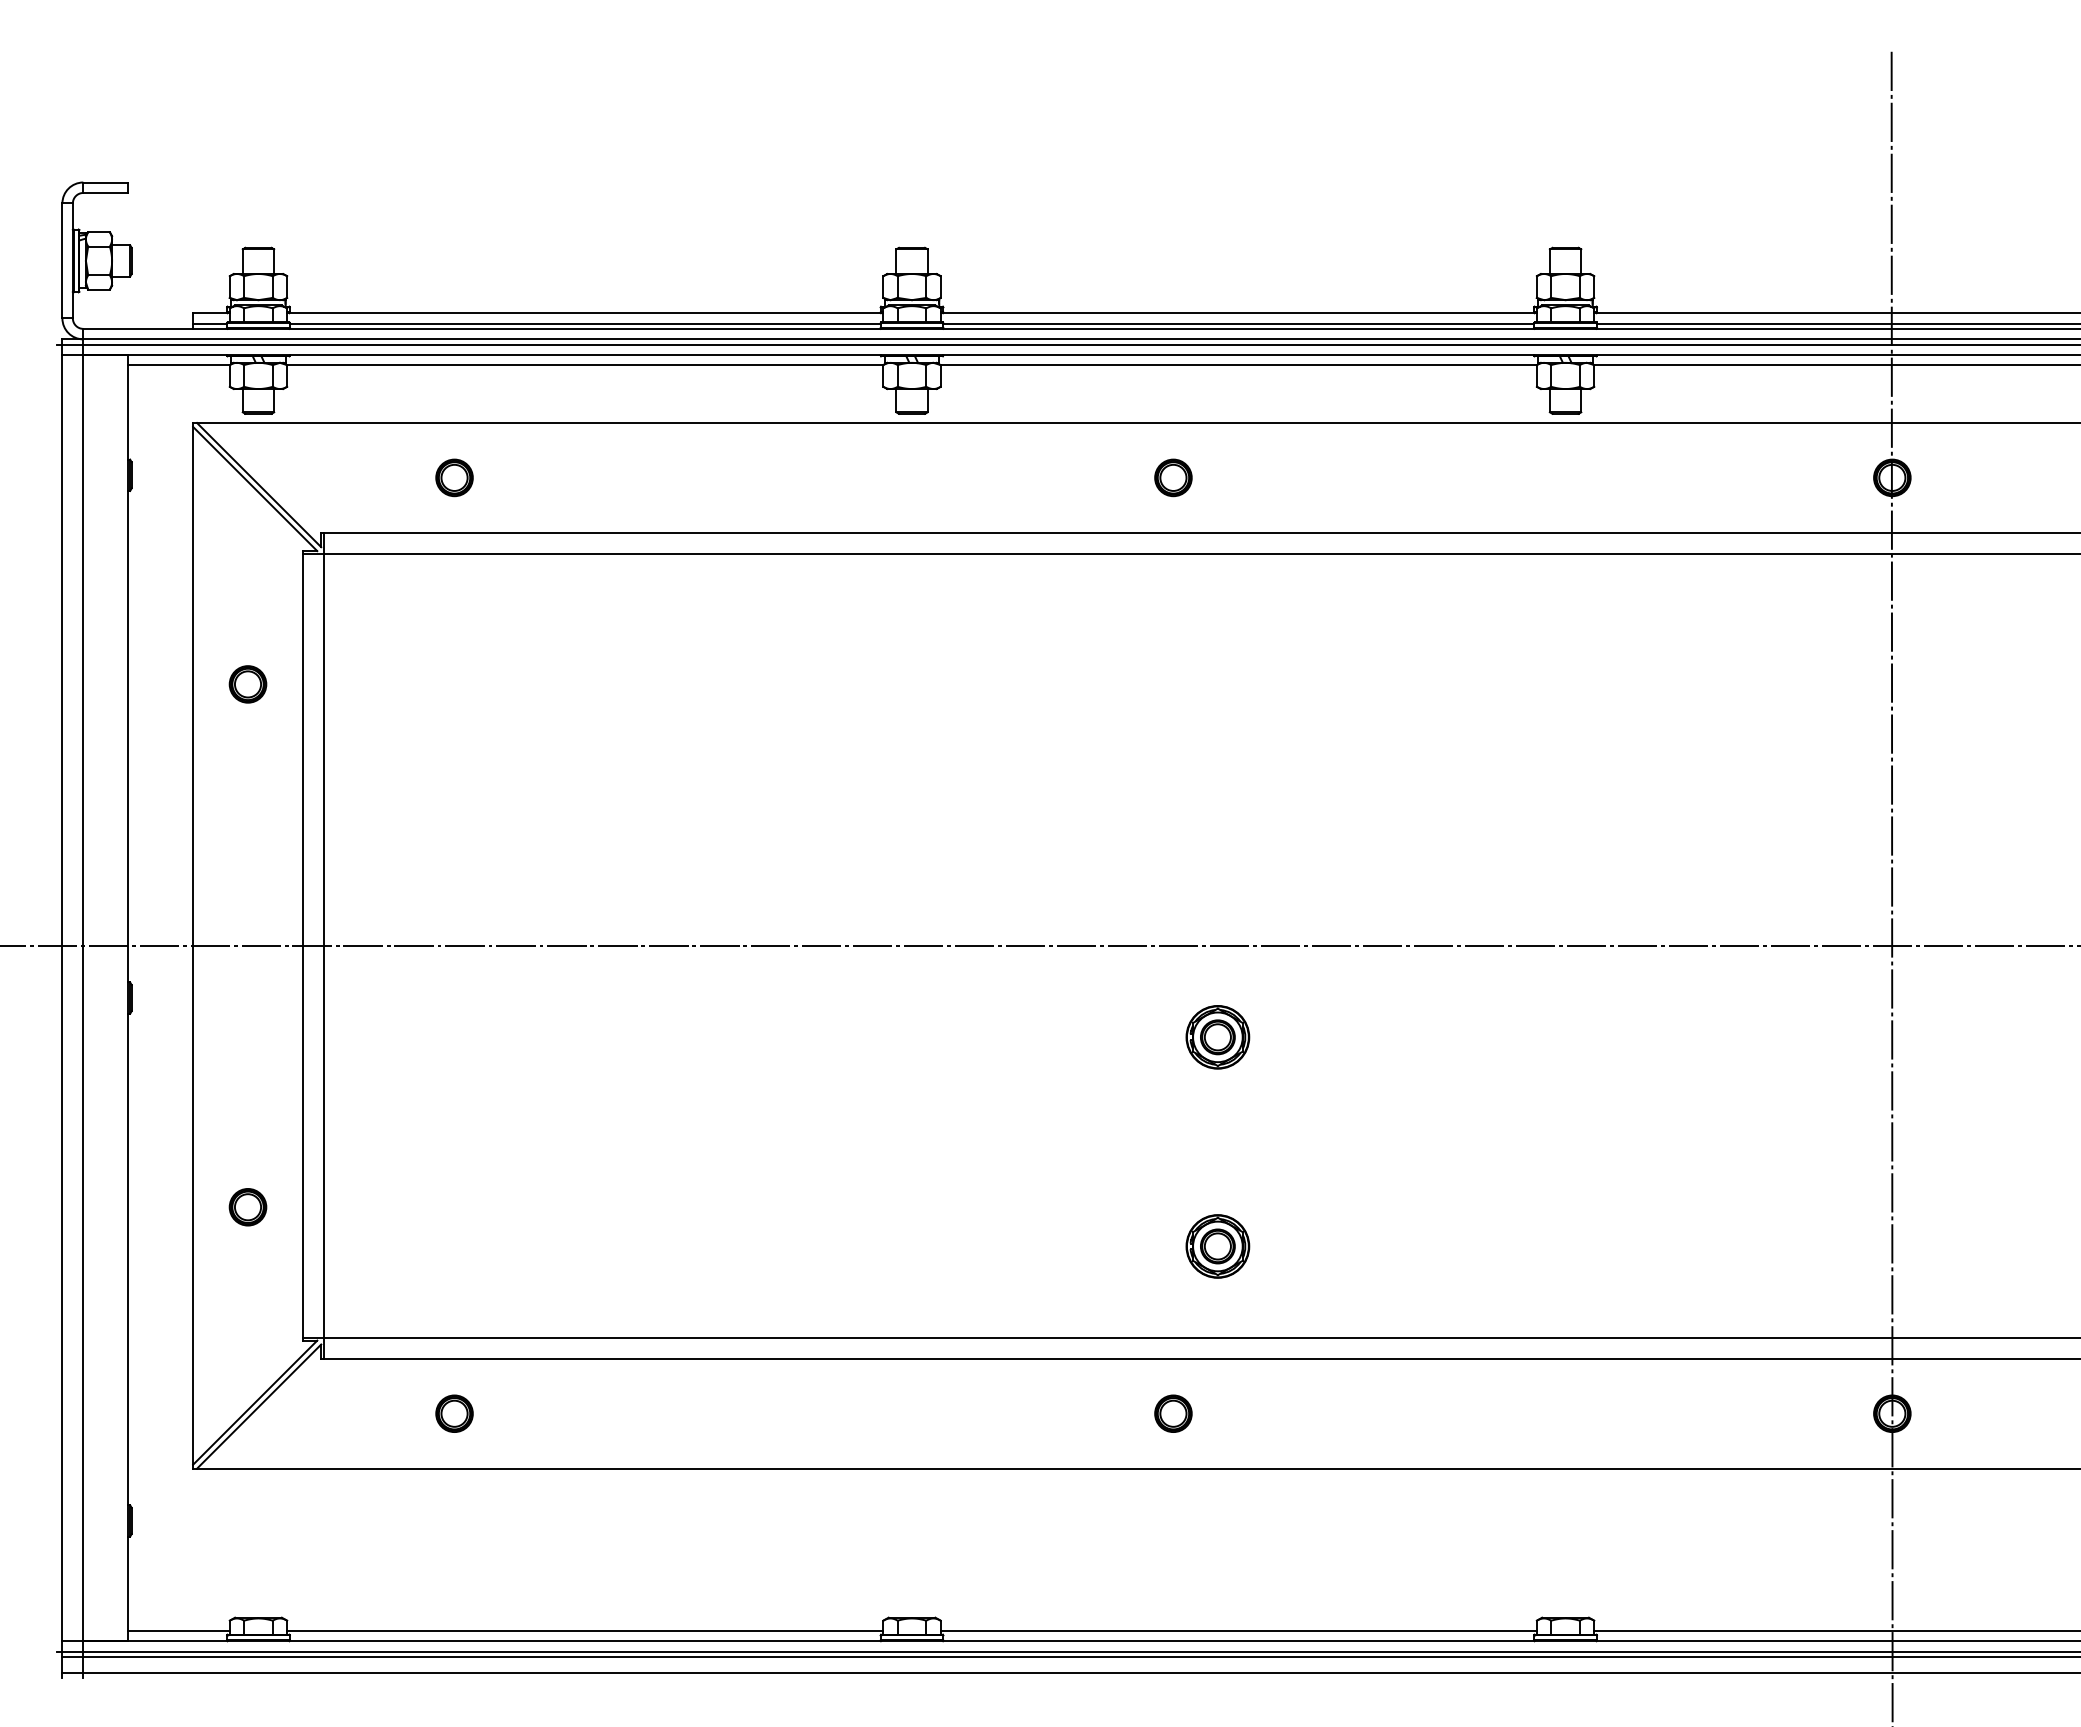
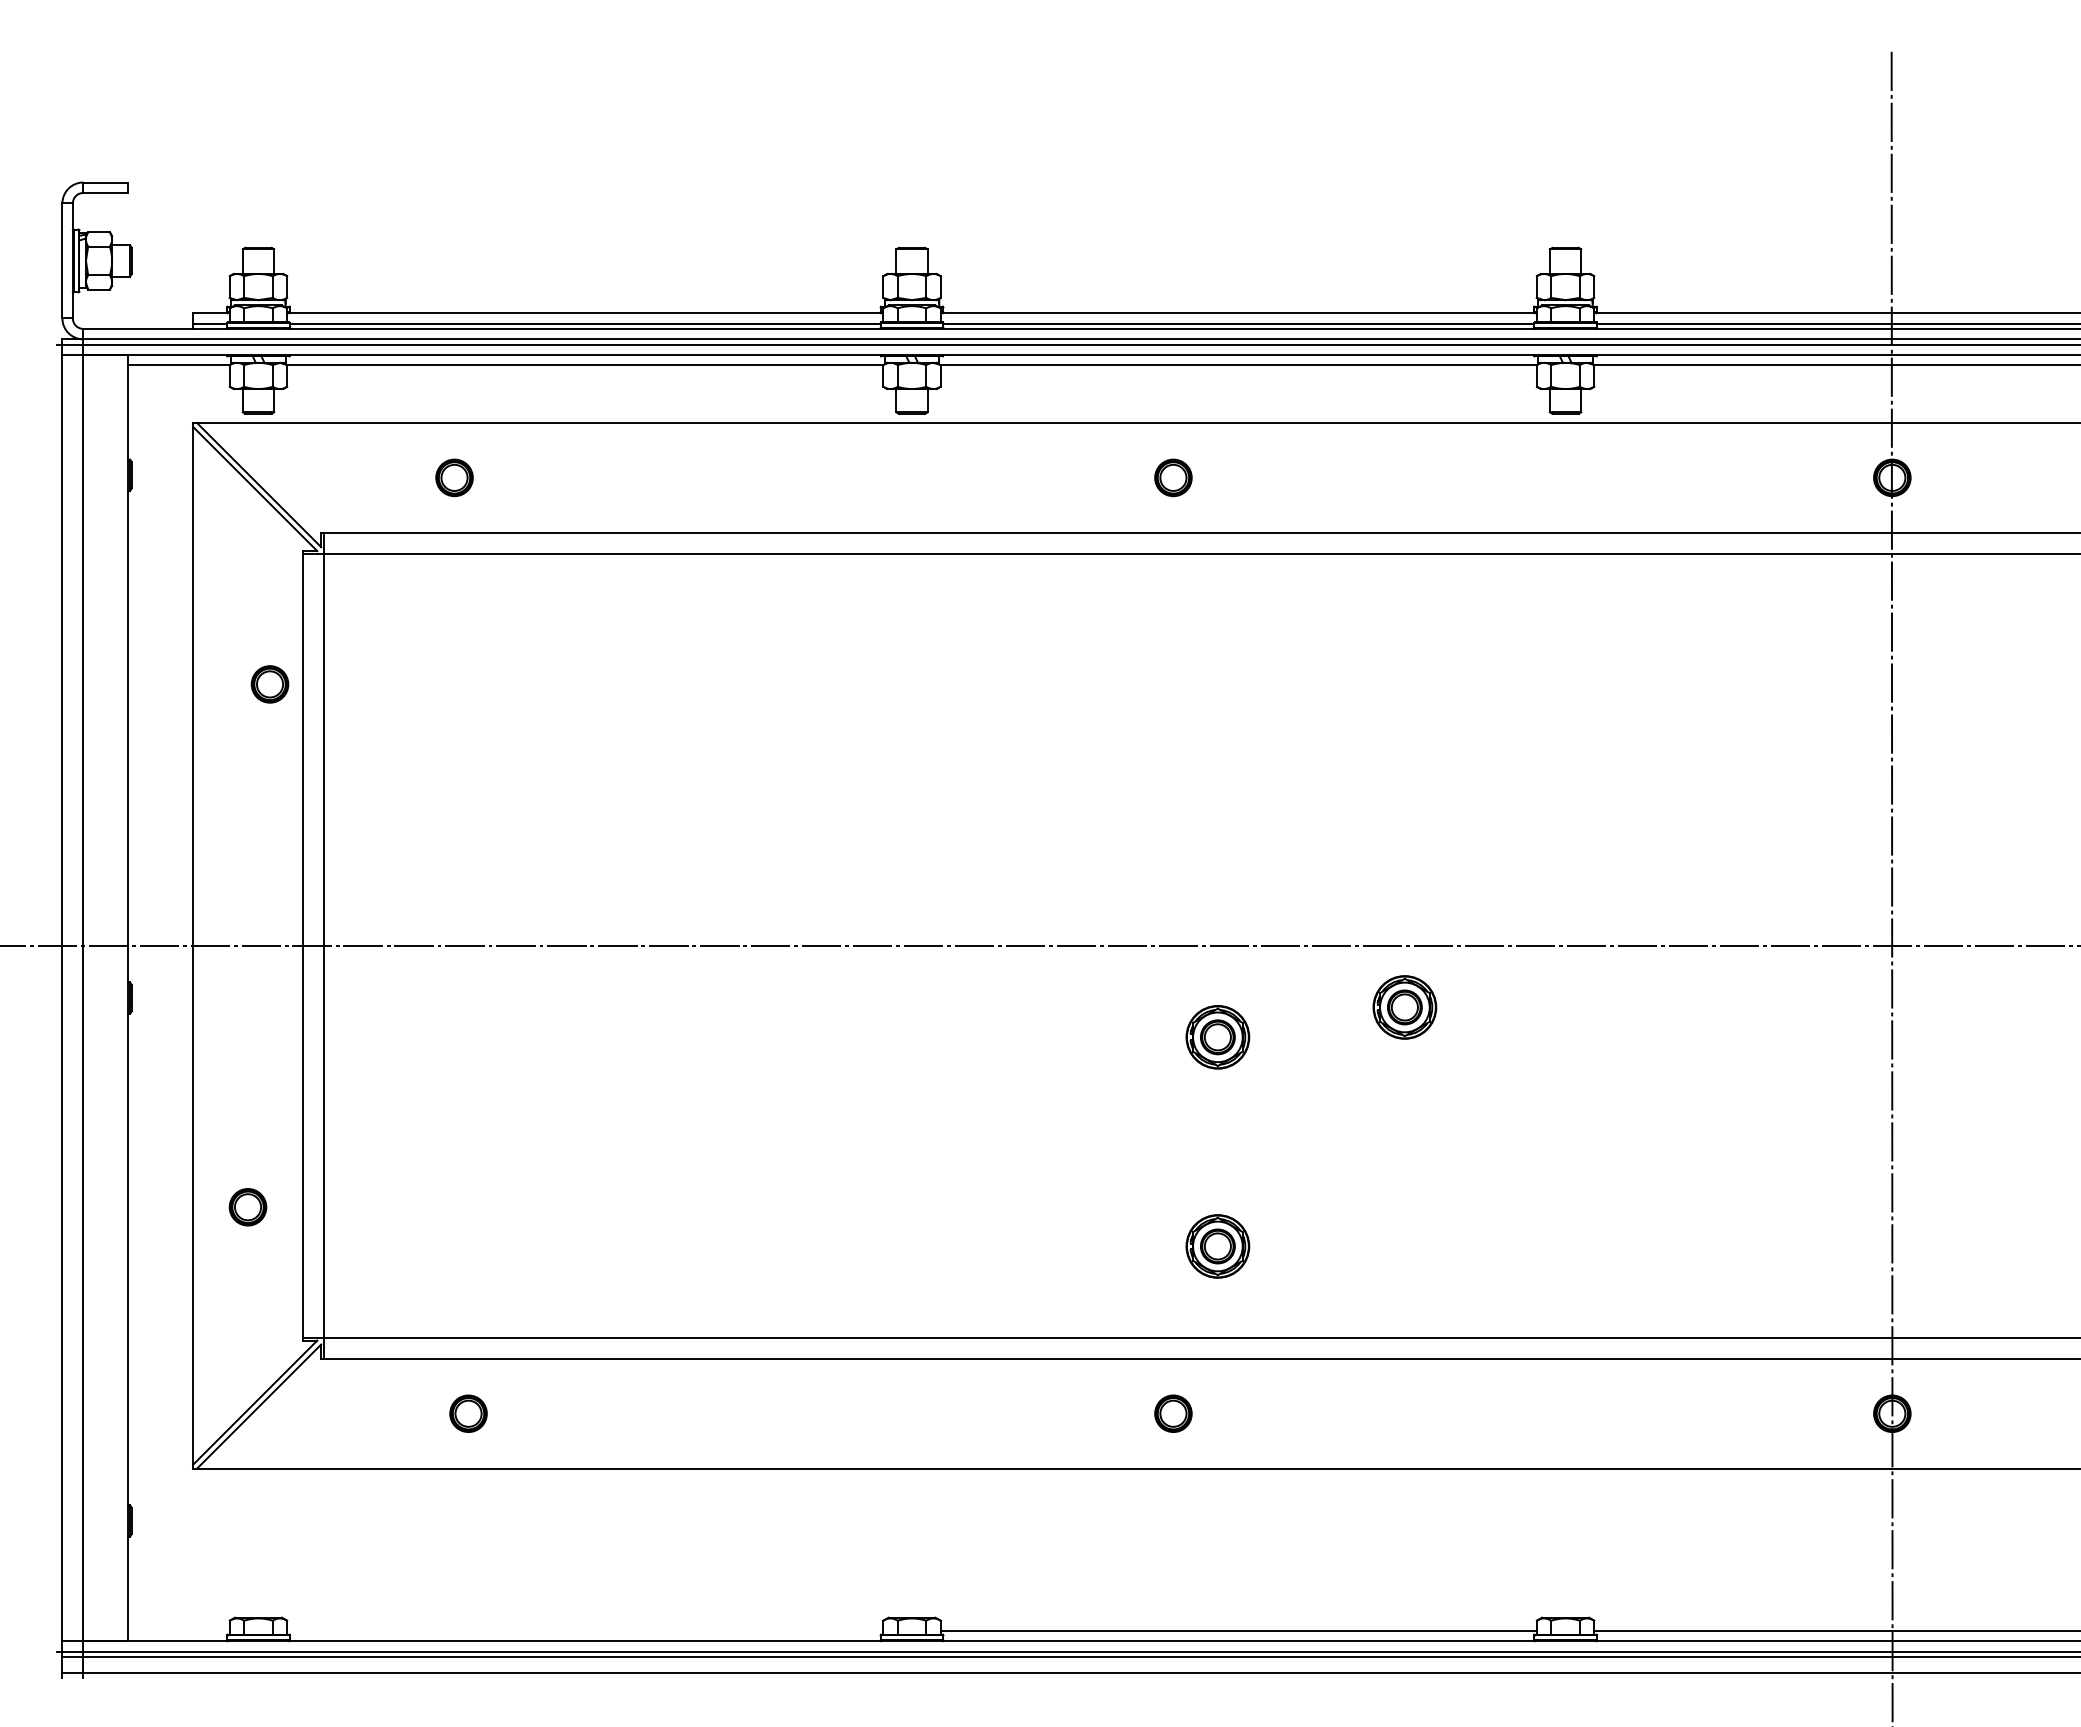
part at (247, 684) position: (247, 684) -> (269, 684)
part at (1404, 1007): none -> present
part at (454, 1413) position: (454, 1413) -> (468, 1413)
line at (178, 1630): present -> none
line at (585, 1630): present -> none
